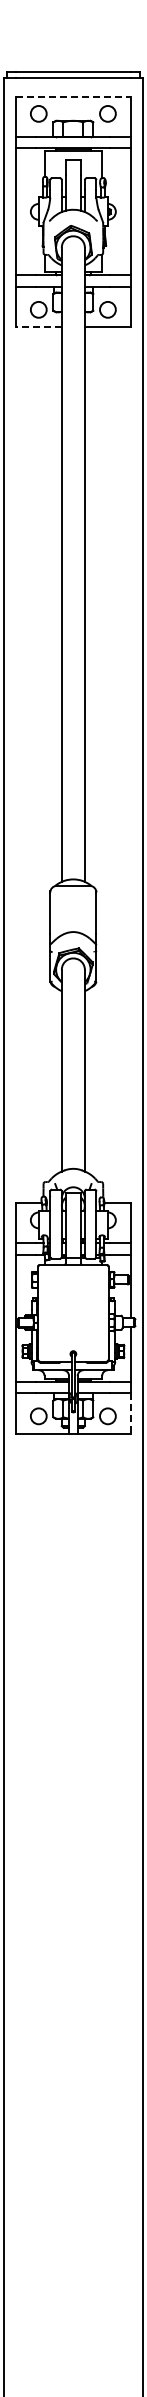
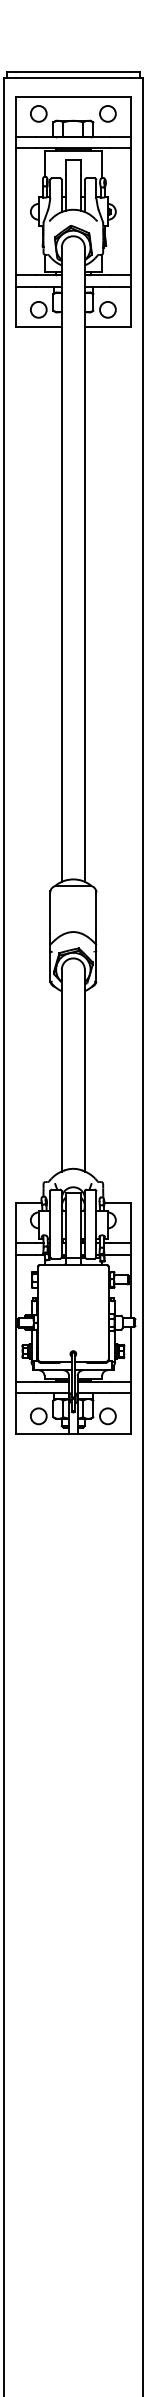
line at (73, 96): dashed -> solid
line at (38, 327): dashed -> solid
line at (130, 1413): dashed -> solid
